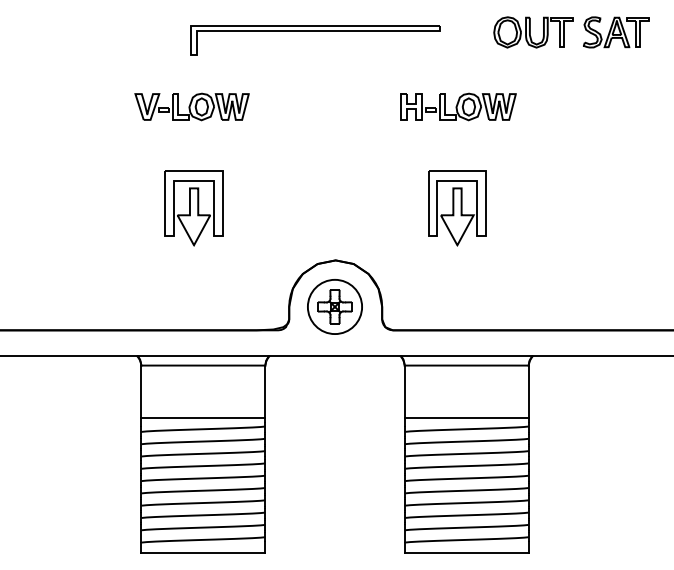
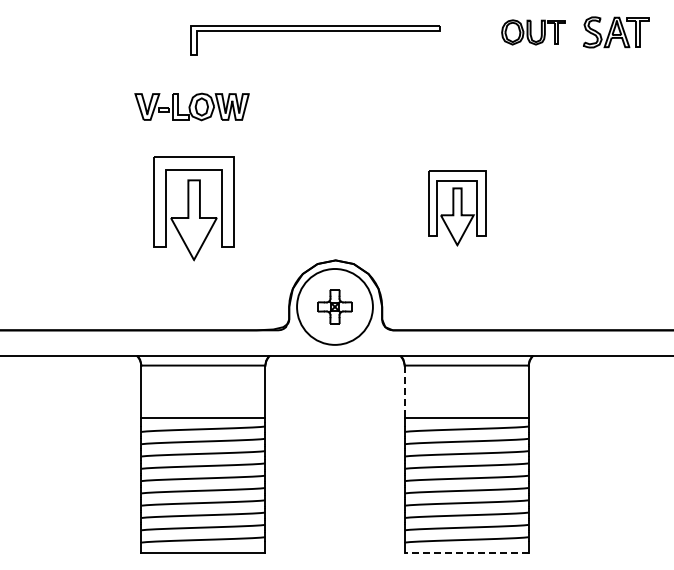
part at (533, 32) size: 81x33 px -> 65x27 px
part at (458, 106): present -> none
part at (193, 208) size: 60x77 px -> 82x106 px
circle at (334, 306) diameter: 54 px -> 76 px
line at (404, 392): solid -> dashed
line at (466, 552): solid -> dashed
